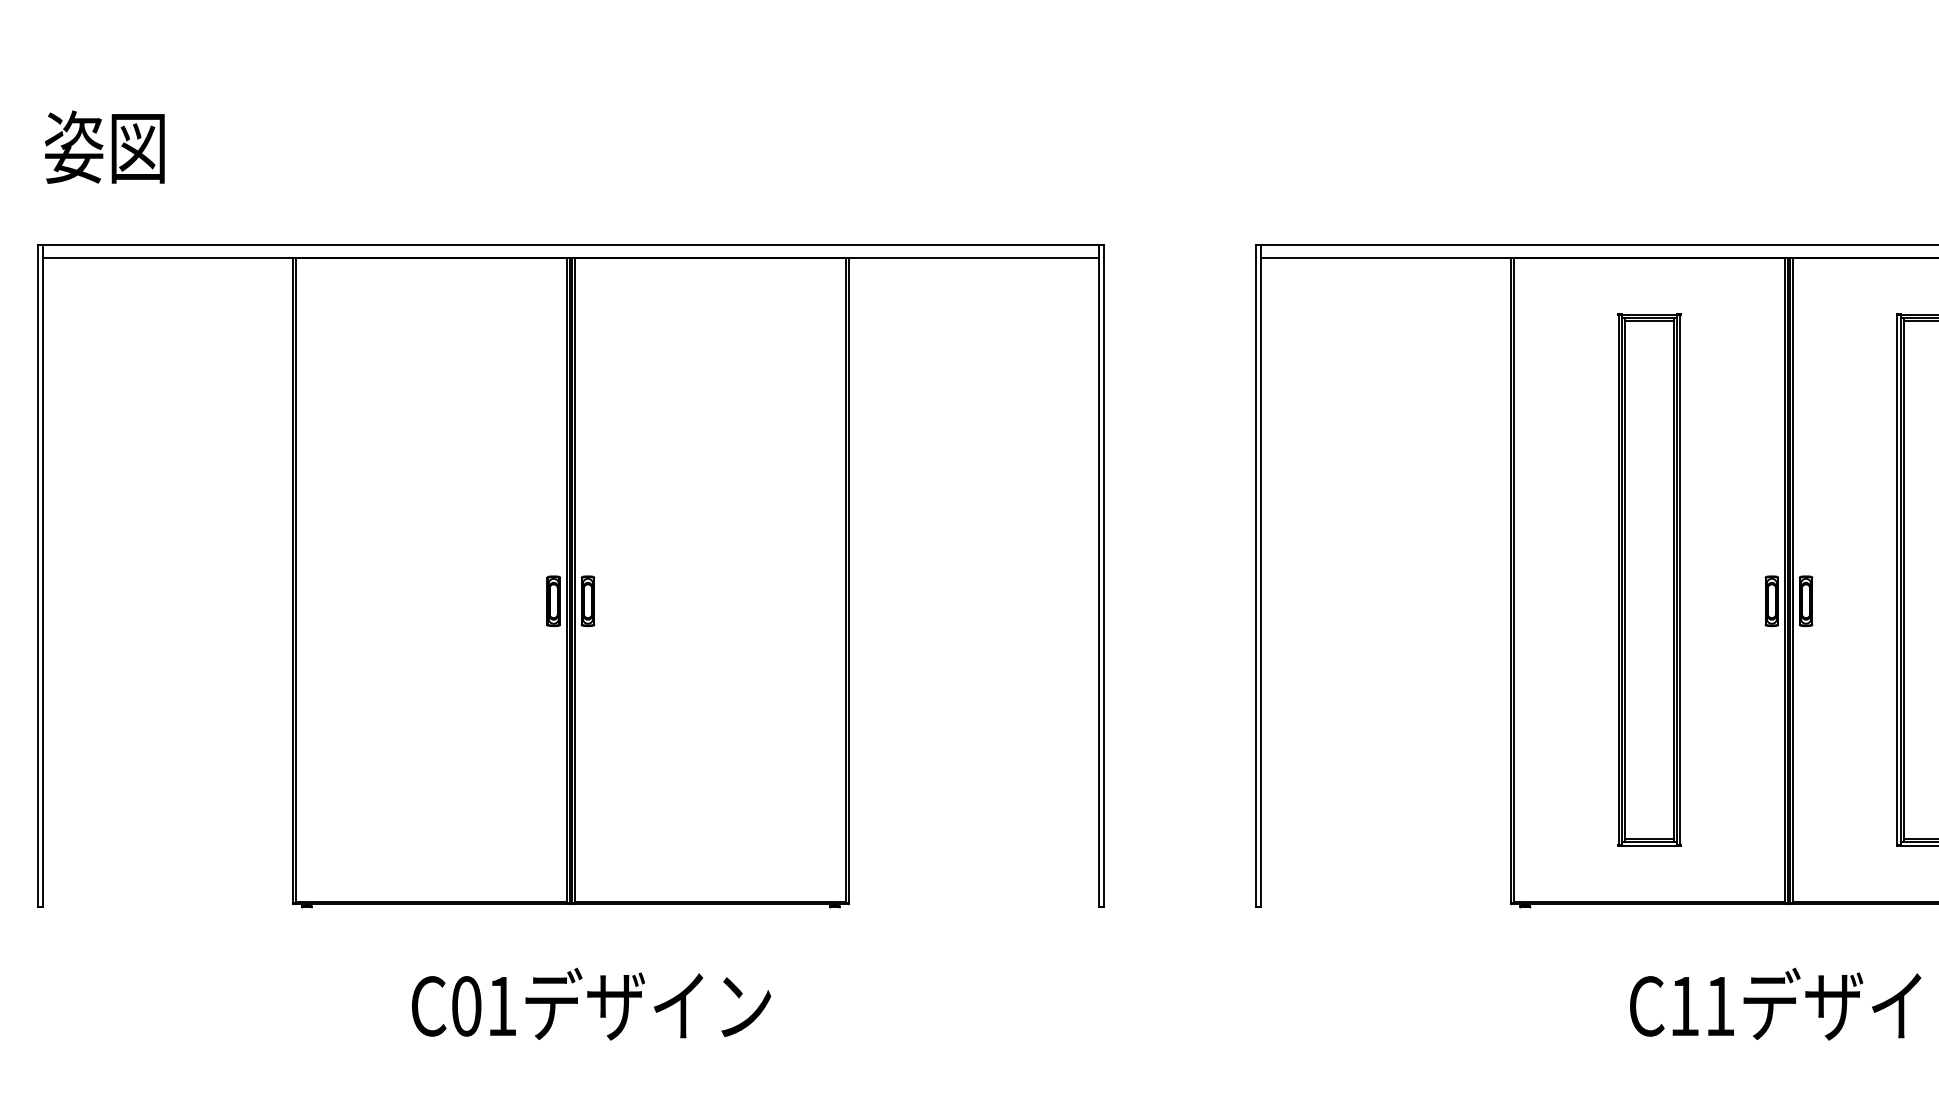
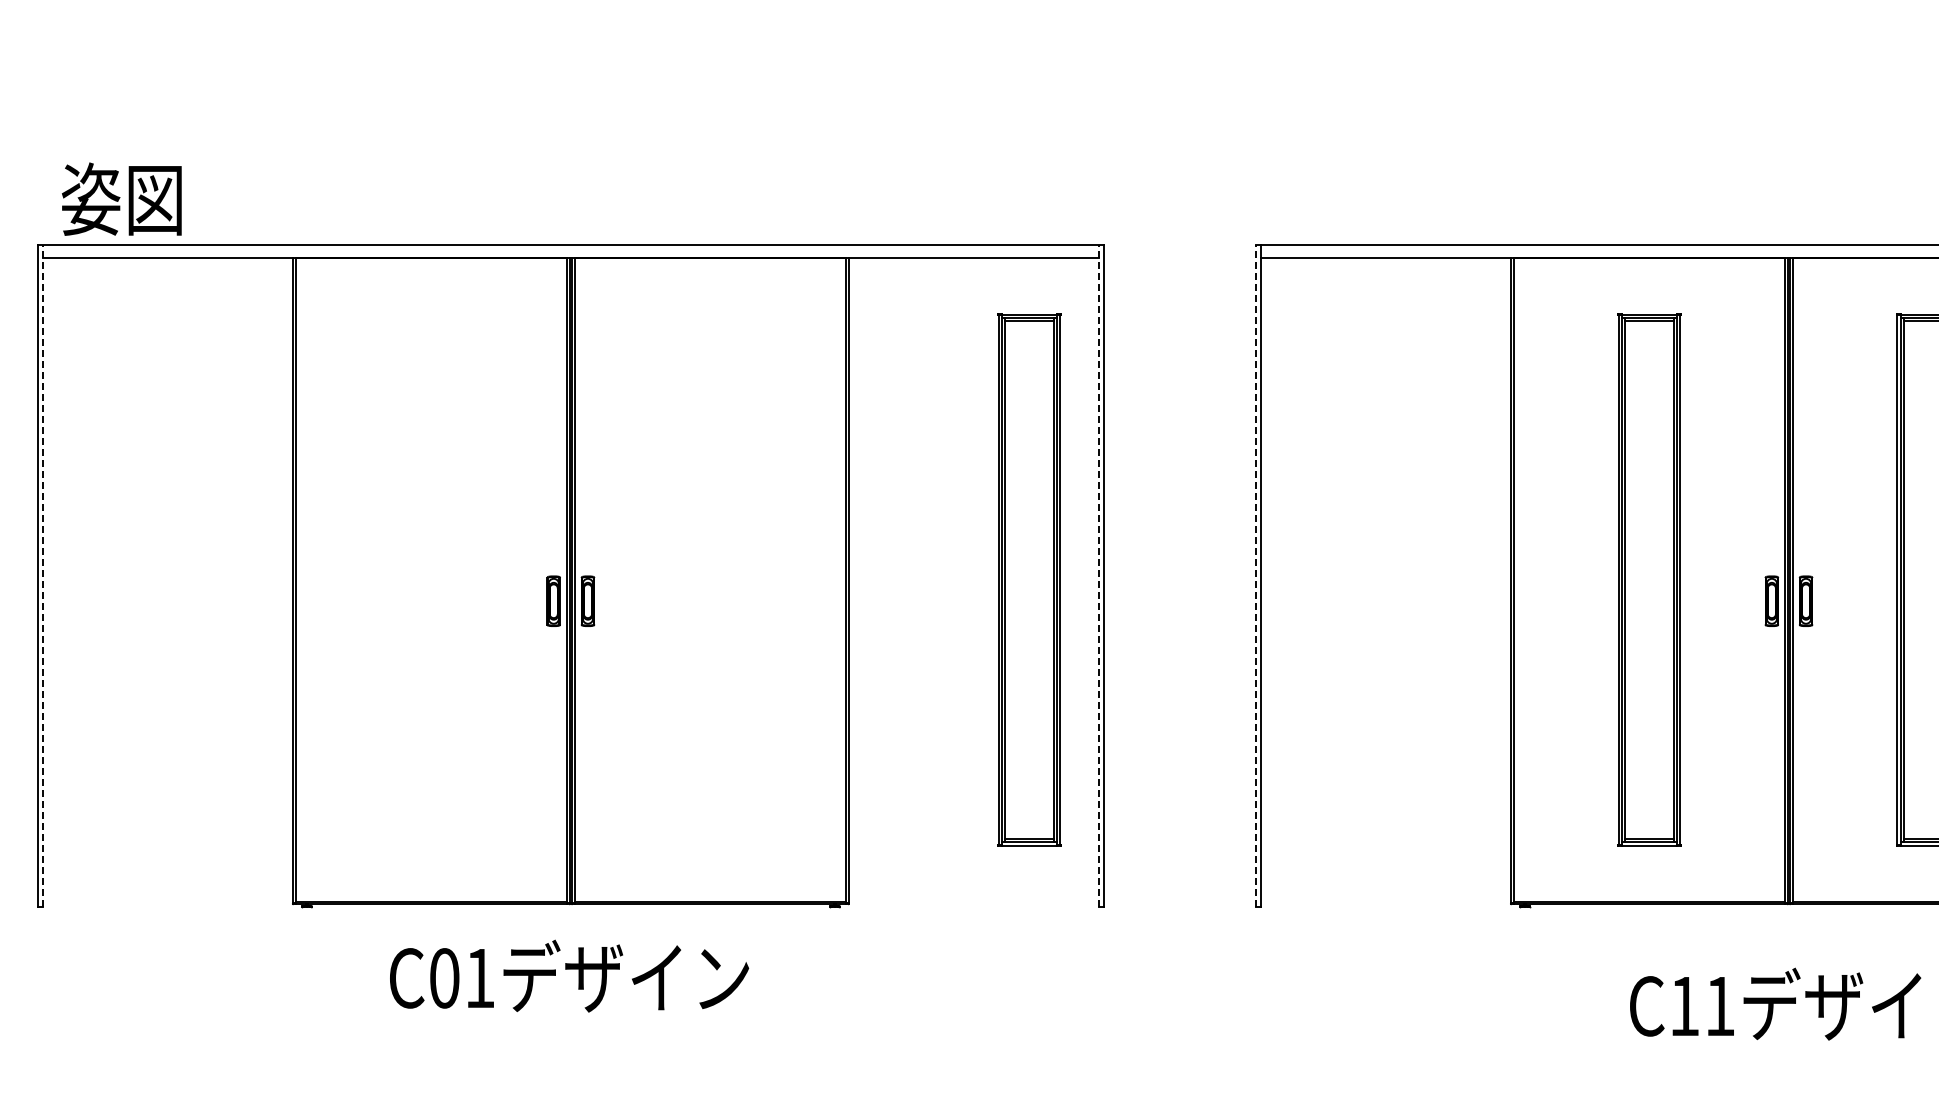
text at (104, 146) position: (104, 146) -> (121, 198)
line at (42, 575): solid -> dashed
line at (1098, 575): solid -> dashed
line at (1256, 575): solid -> dashed
part at (1029, 579): none -> present
text at (591, 1003) position: (591, 1003) -> (569, 975)
